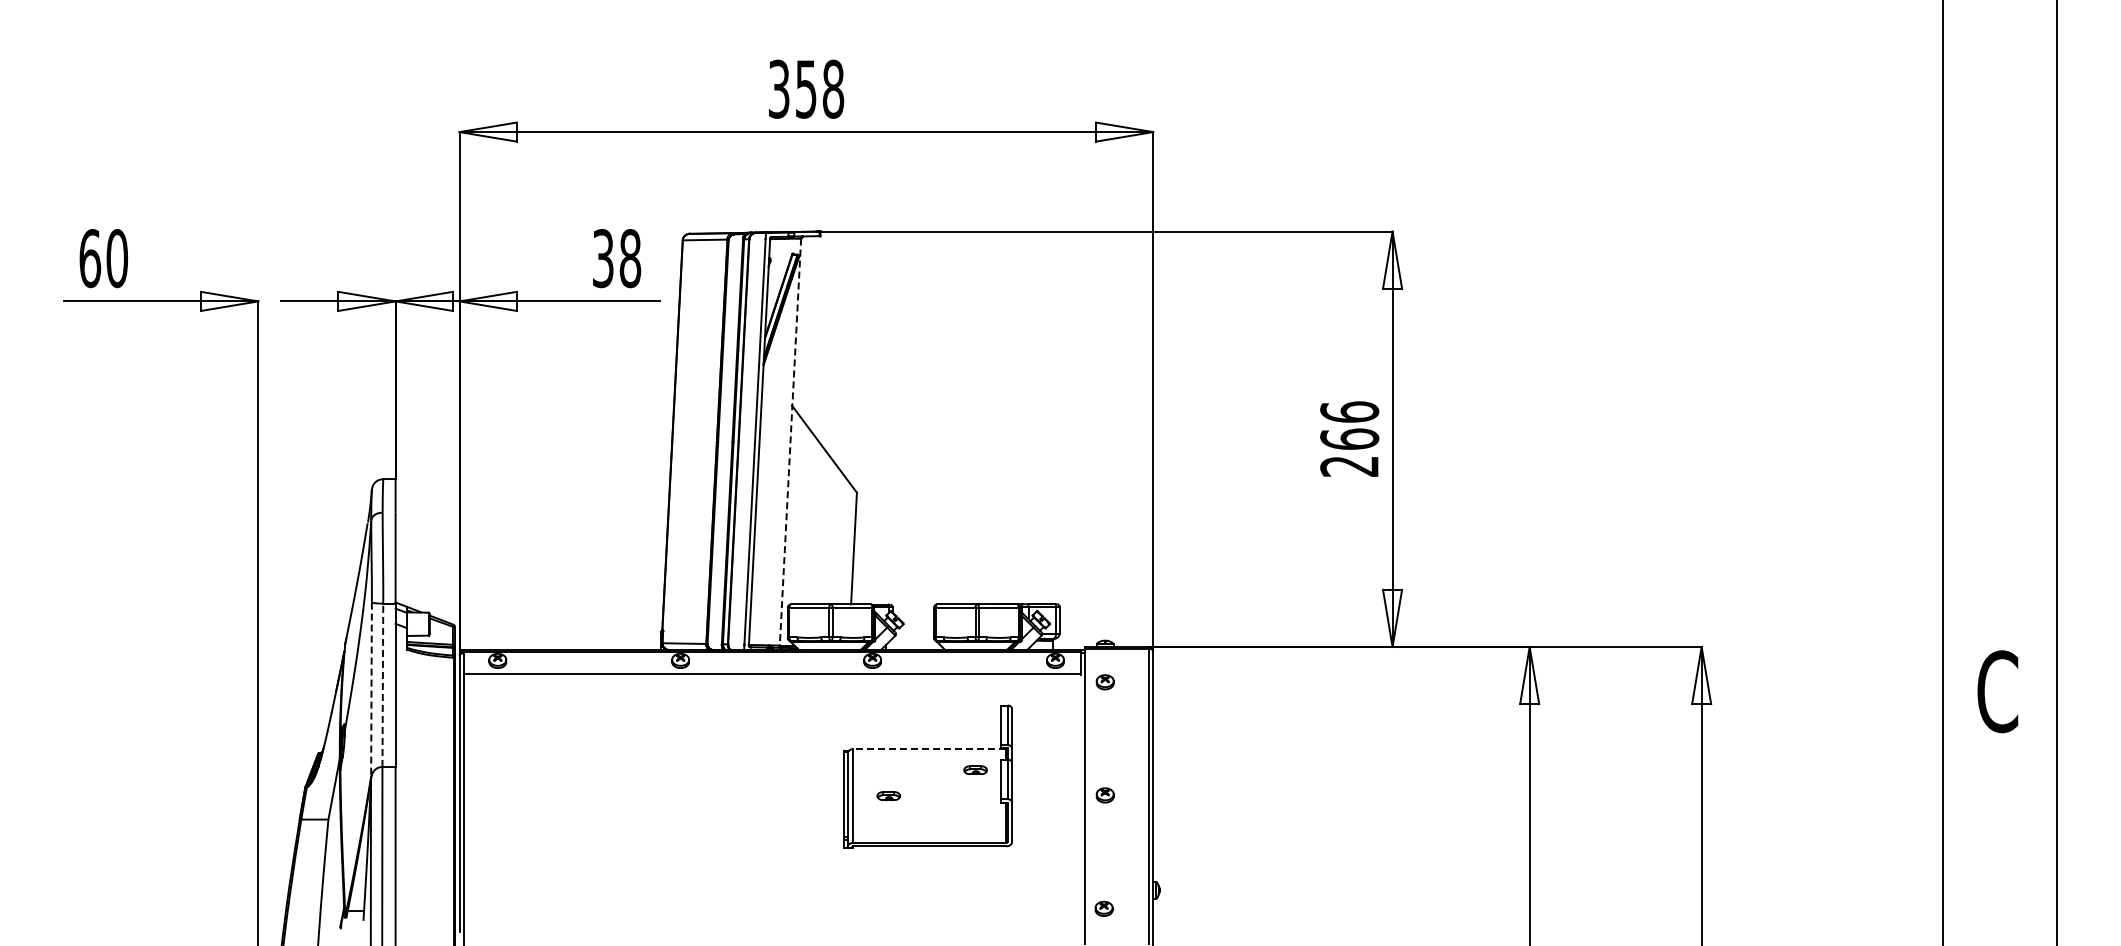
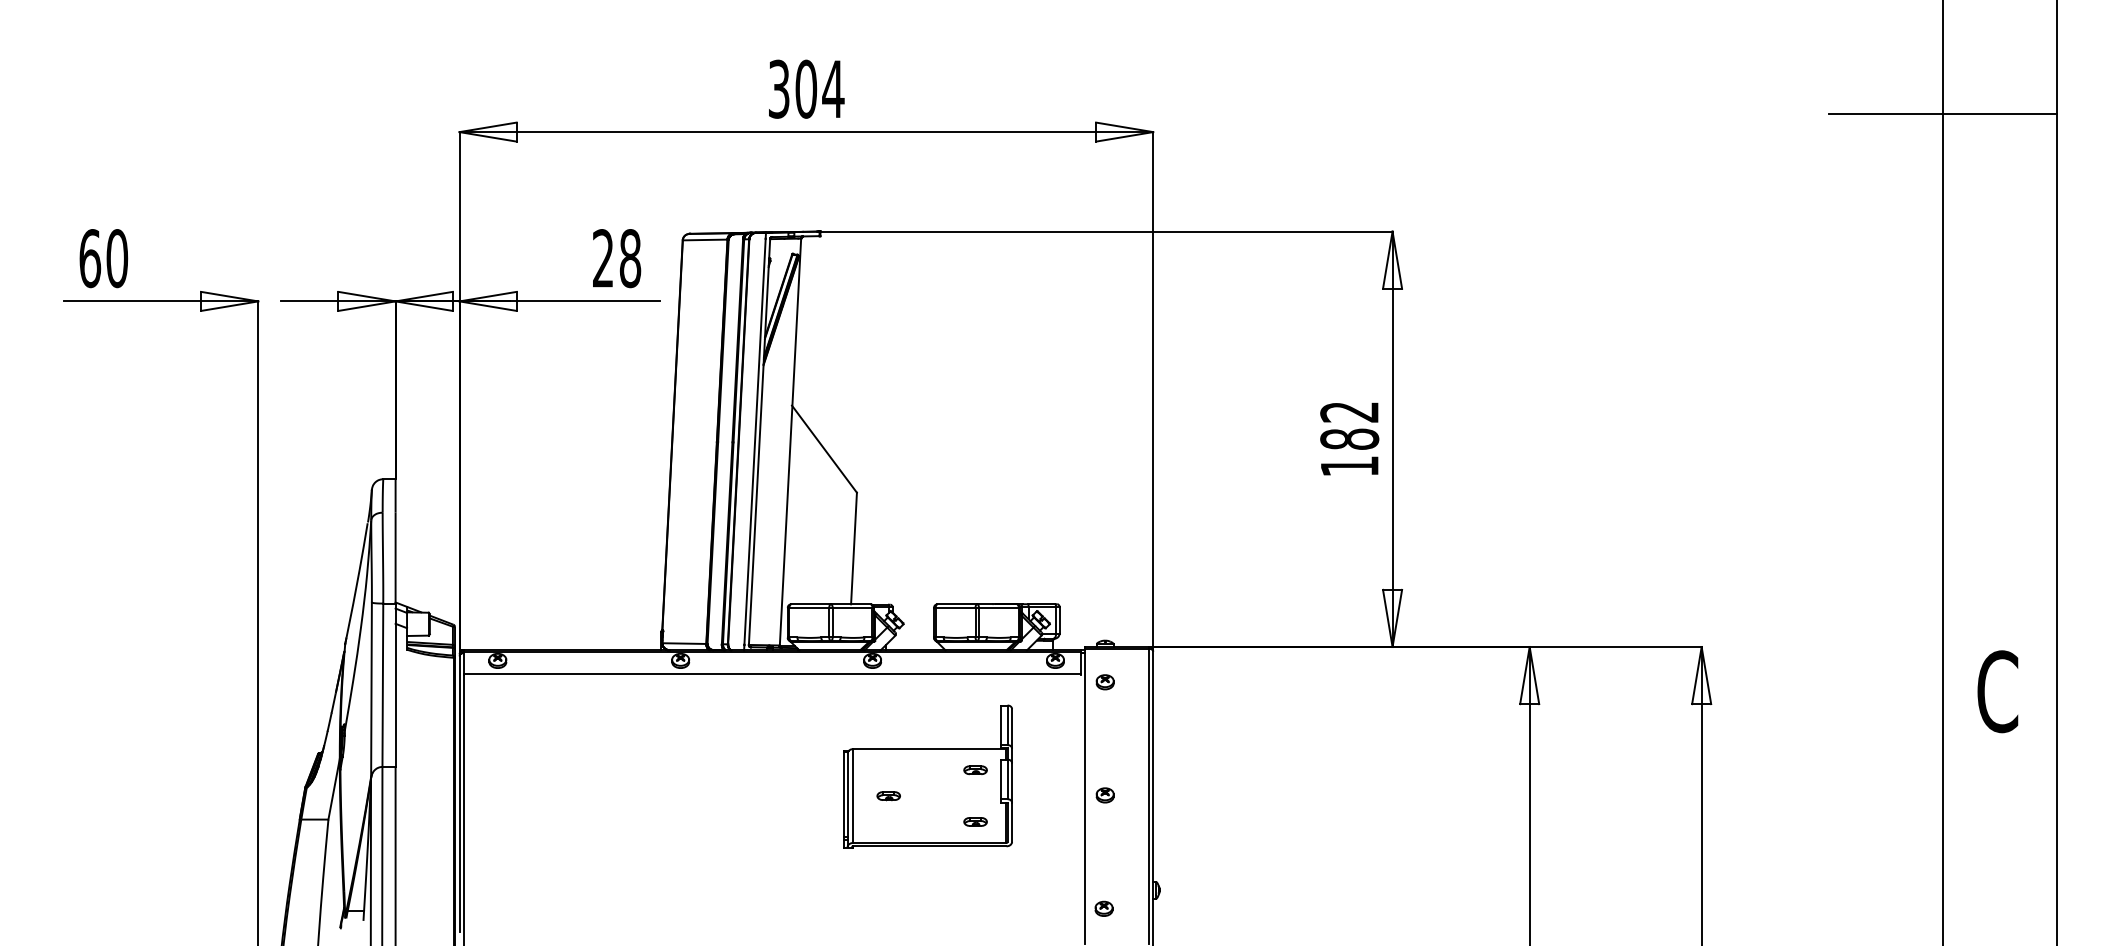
text at (819, 88): 358 -> 304
line at (1942, 113): none -> present
text at (603, 258): 38 -> 28
text at (1349, 438): 266 -> 182
line at (790, 442): dashed -> solid
line at (382, 685): dashed -> solid
line at (371, 690): dashed -> solid
line at (929, 749): dashed -> solid
part at (975, 821): none -> present
